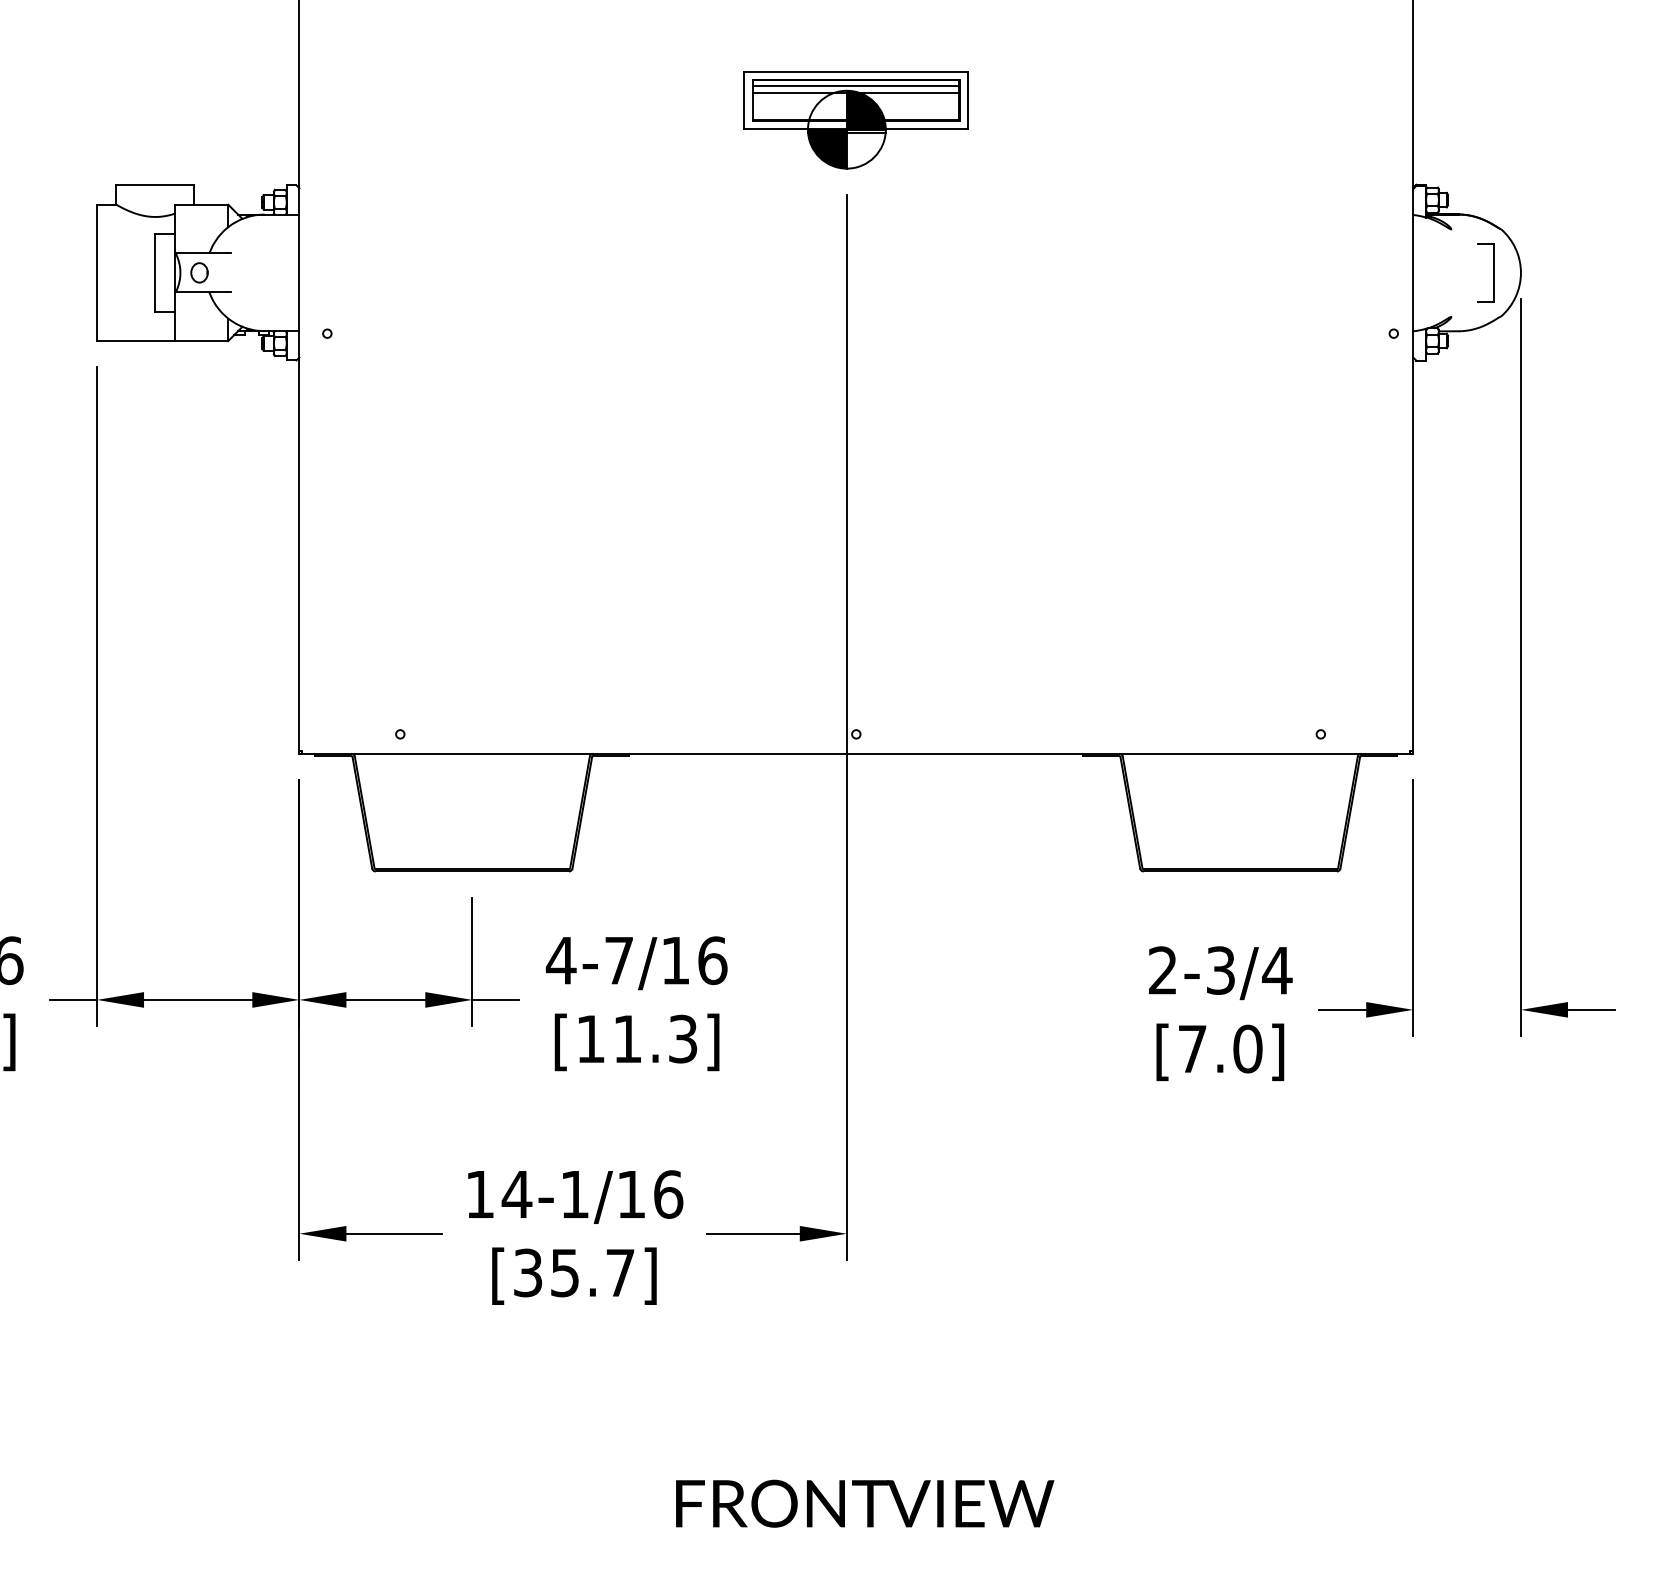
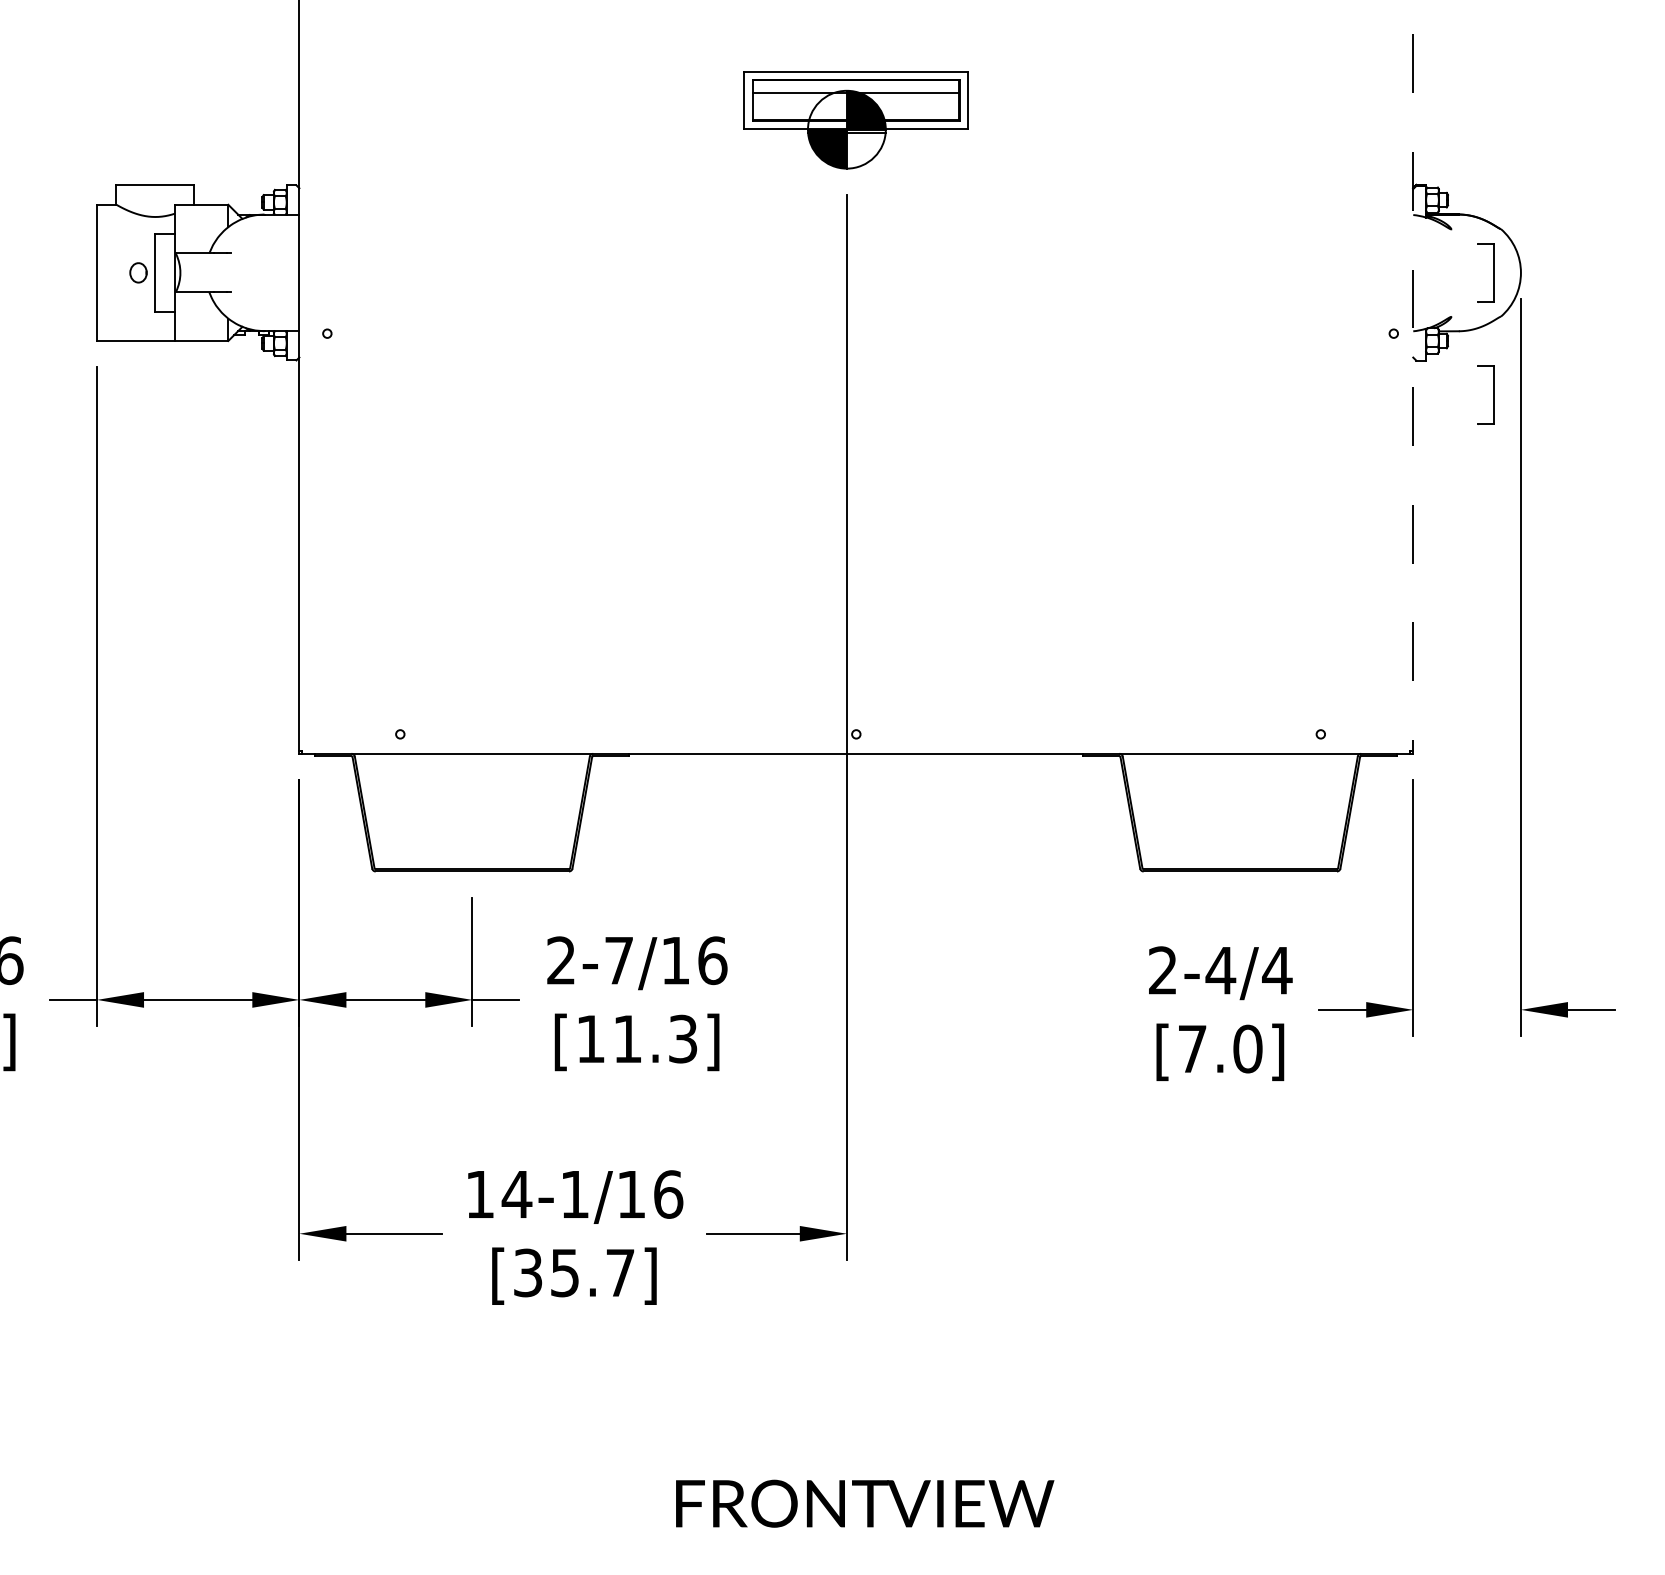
line at (856, 86): present -> none
part at (199, 272) position: (199, 272) -> (138, 272)
line at (1413, 376): solid -> dashed
part at (1493, 394): none -> present
text at (560, 960): 4-7/16 -> 2-7/16
text at (1220, 970): 2-3/4 -> 2-4/4
